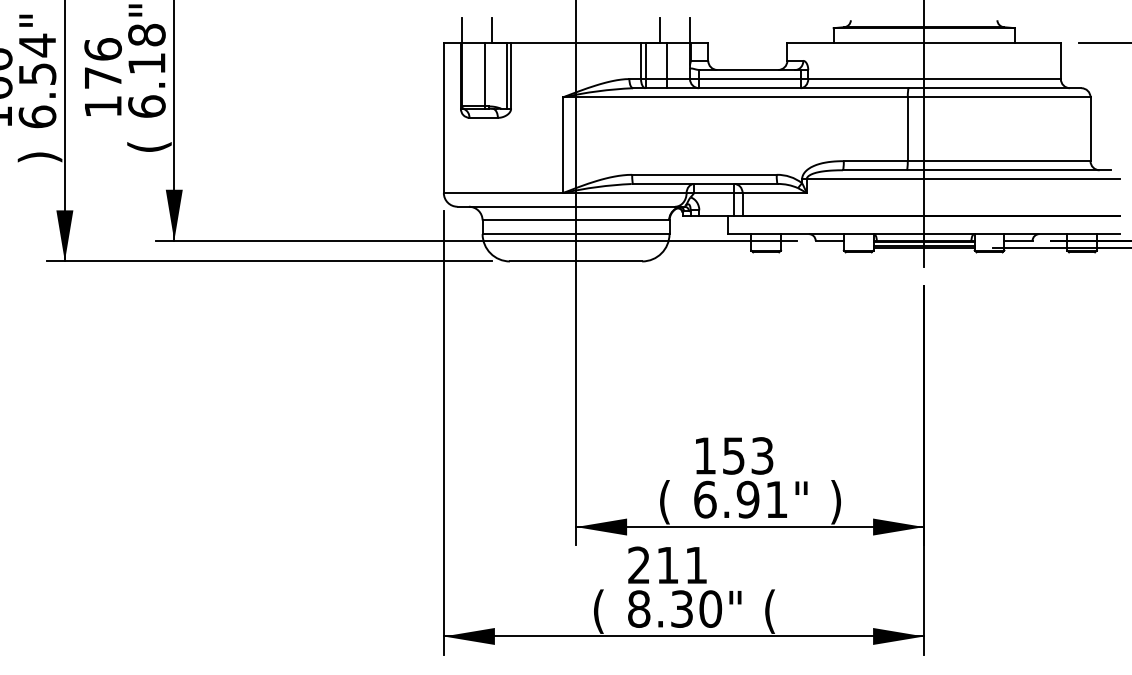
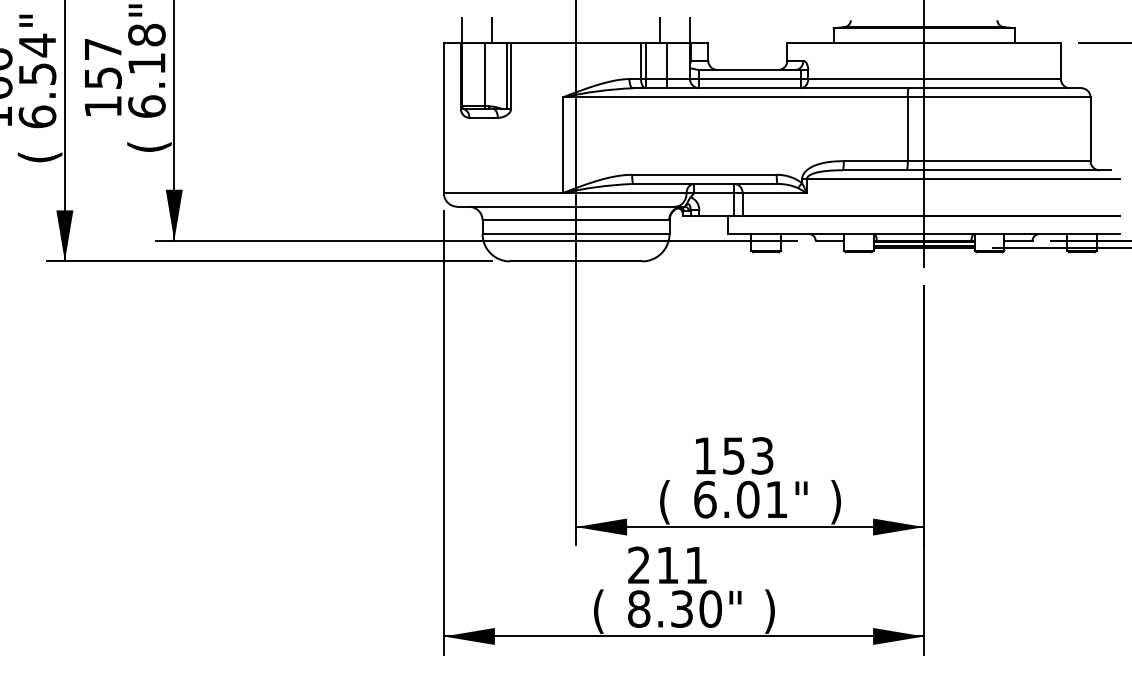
text at (103, 63): 176 -> 157
text at (39, 157): ) -> (
text at (747, 499): 6.91" -> 6.01"
text at (769, 611): ( -> )
